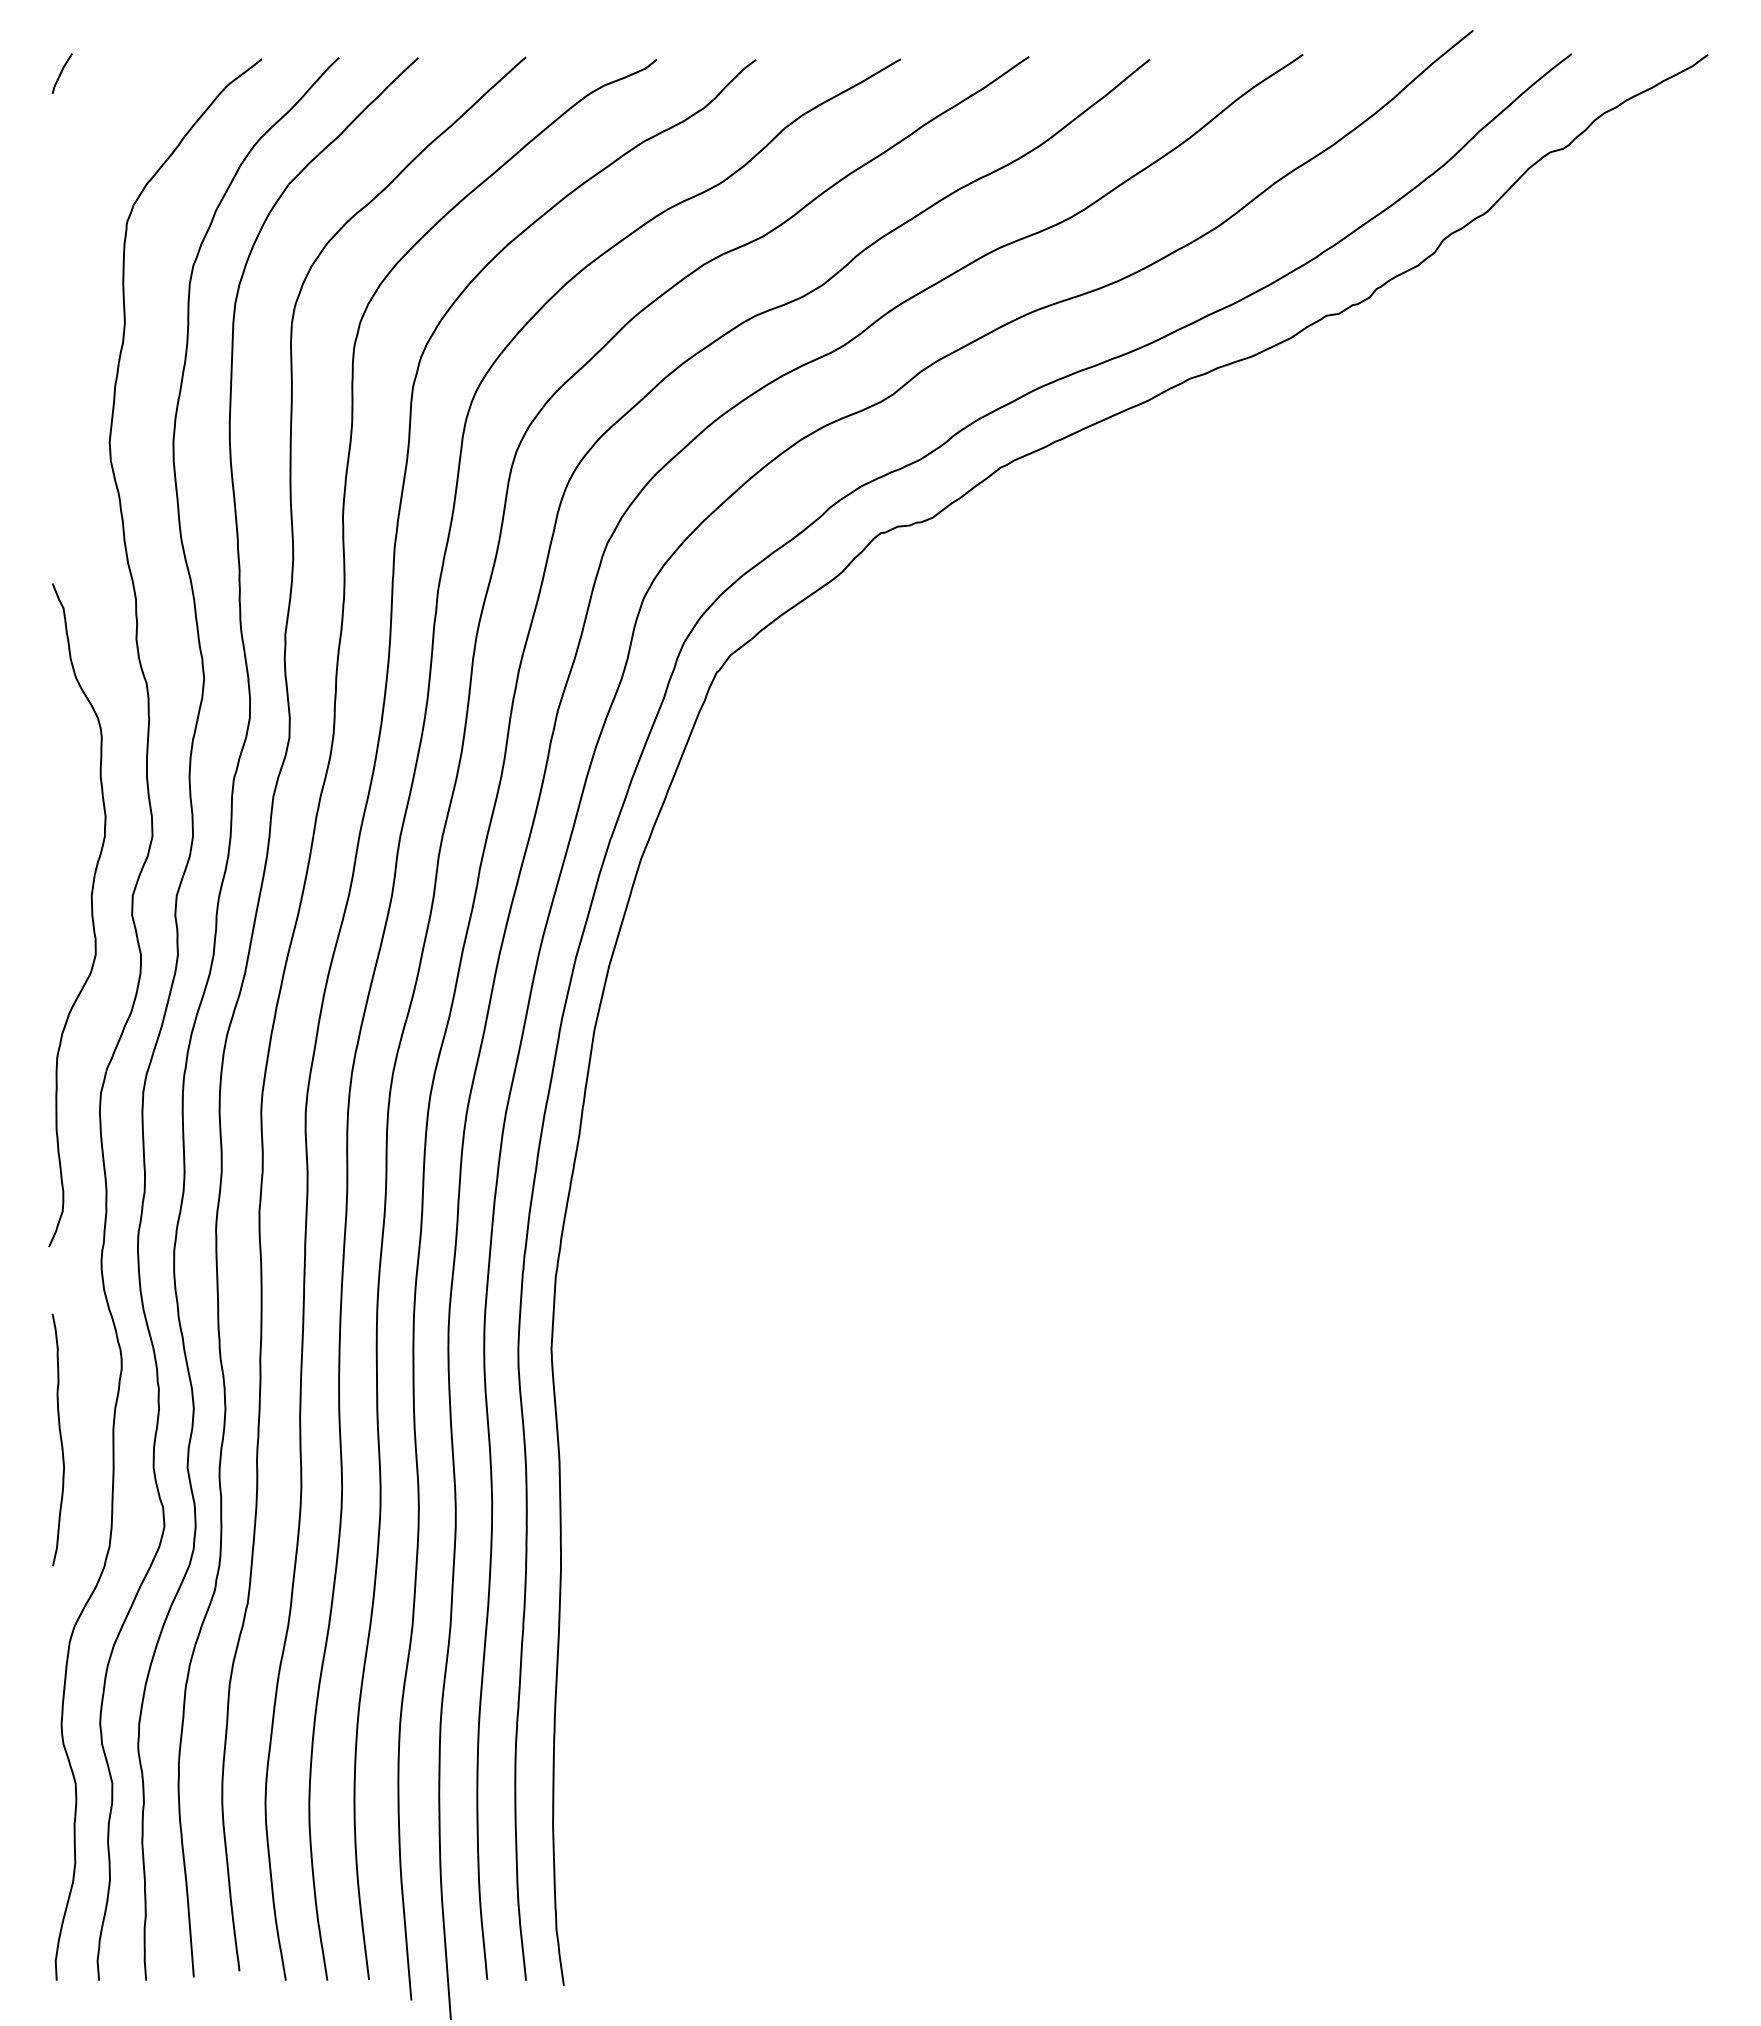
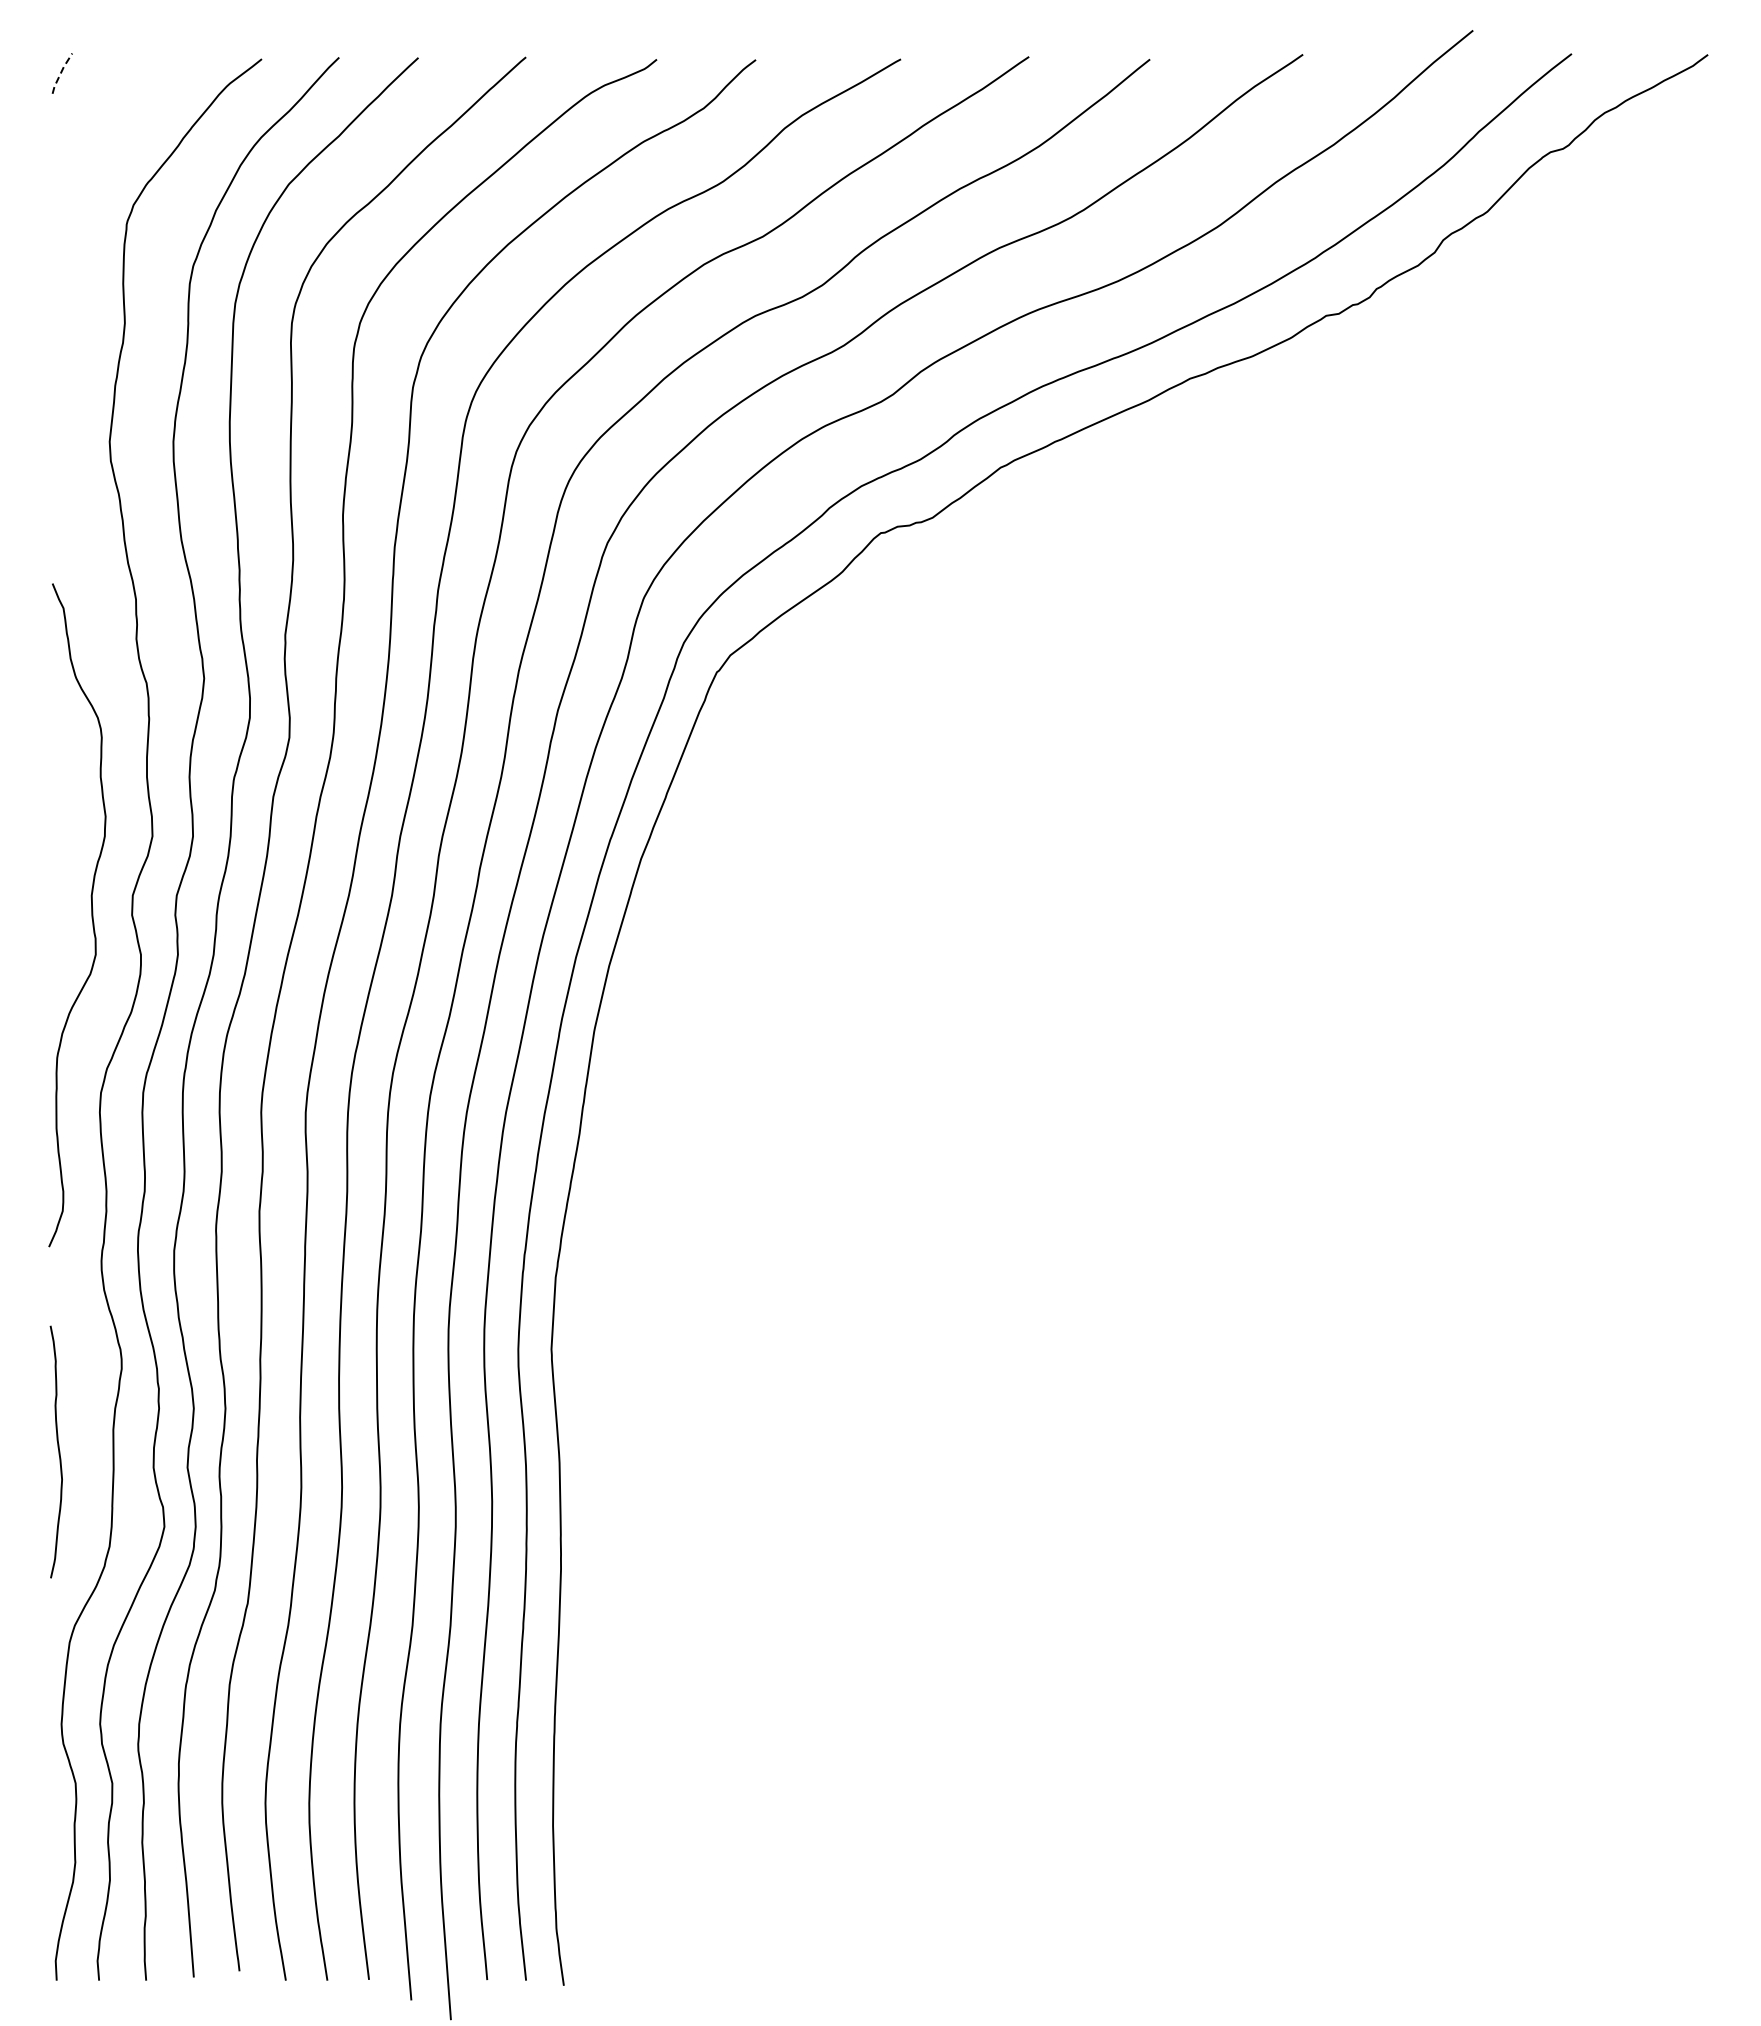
line at (60, 73): solid -> dashed
curve at (60, 1439) position: (60, 1439) -> (58, 1451)
